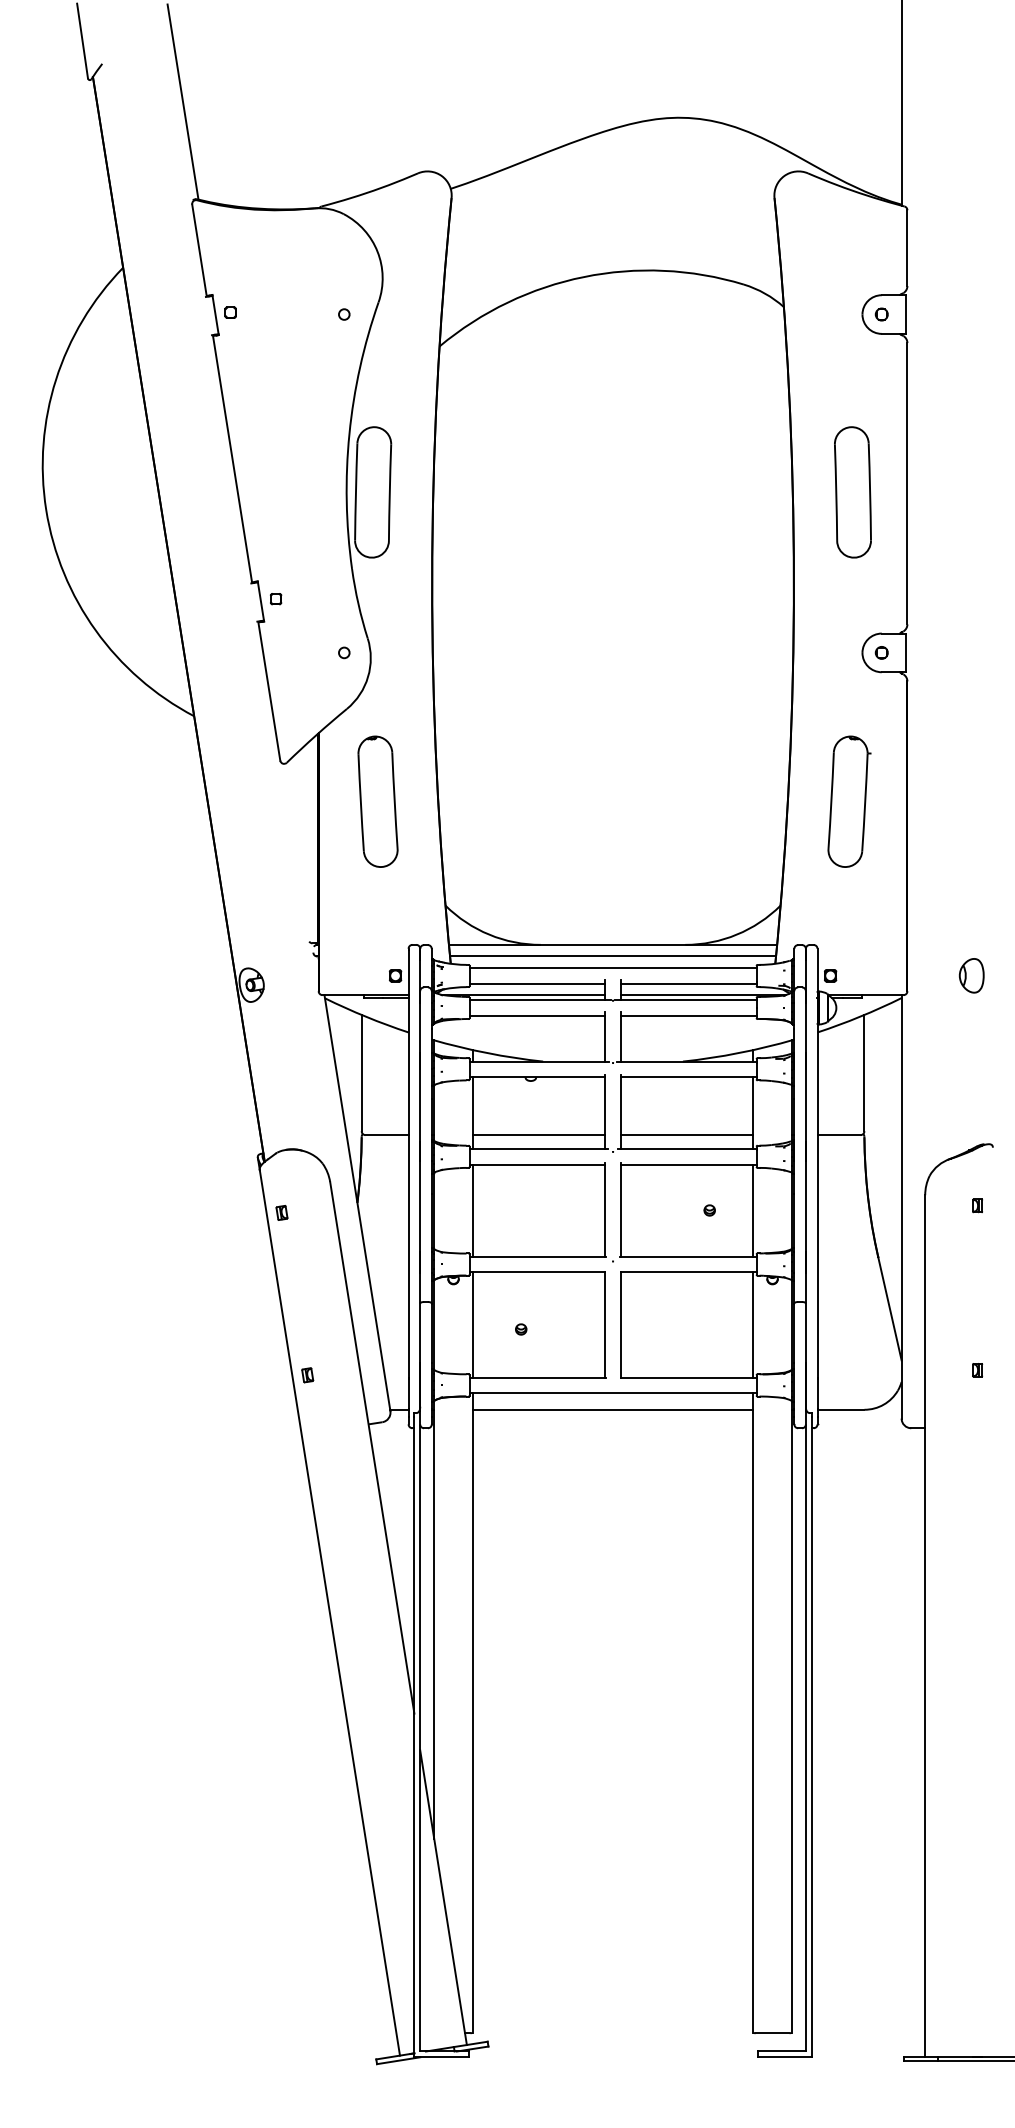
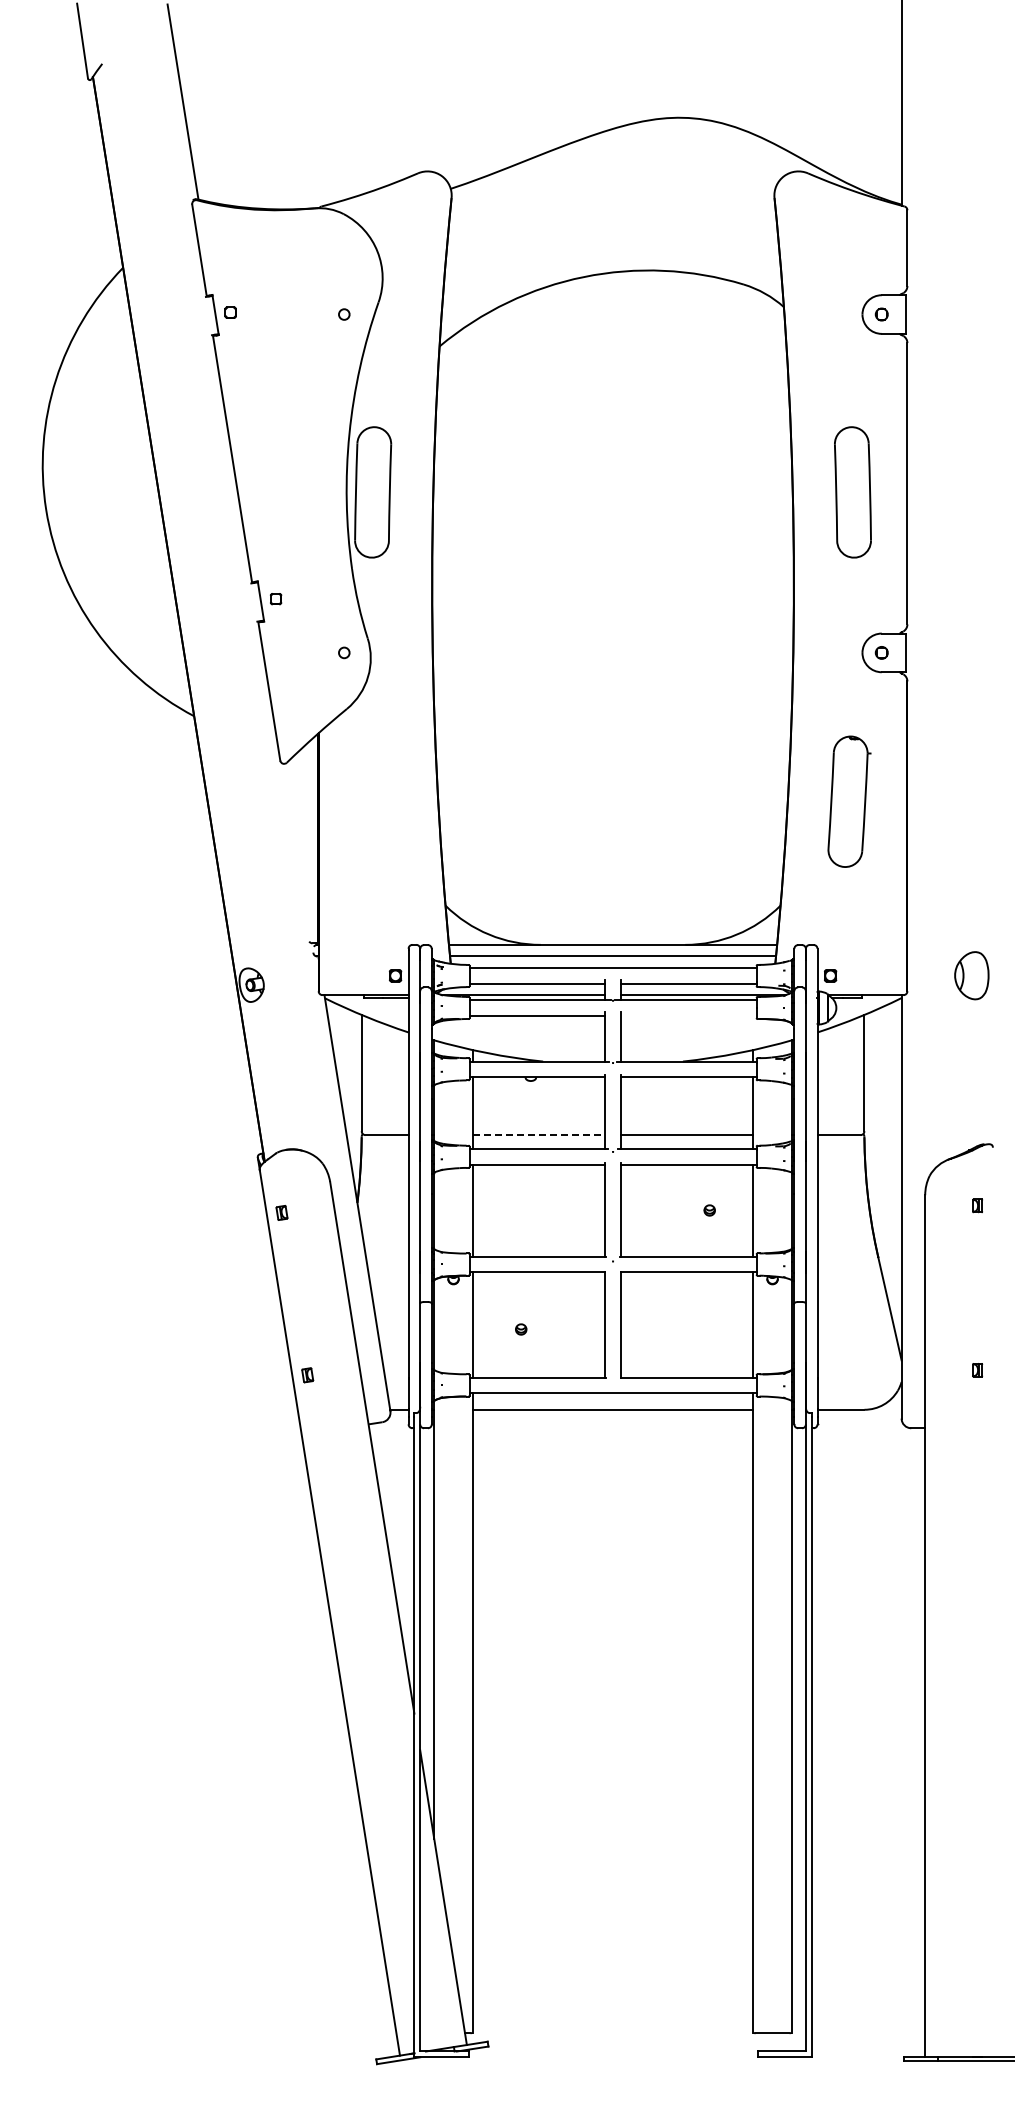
part at (377, 801): present -> none
part at (971, 975) size: 27x36 px -> 36x50 px
line at (688, 1015): present -> none
line at (539, 1135): solid -> dashed
